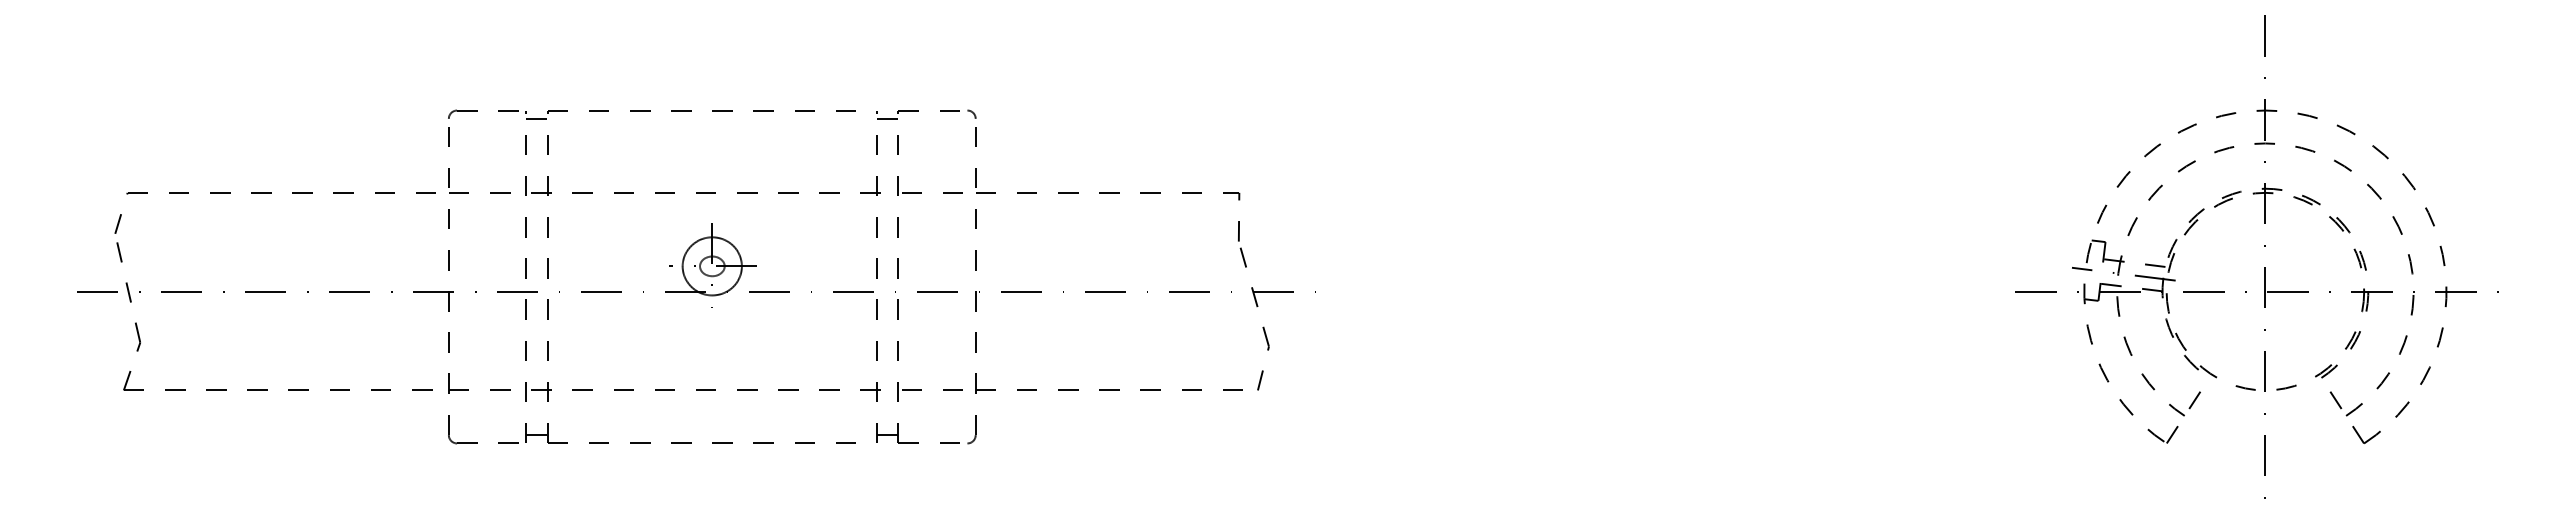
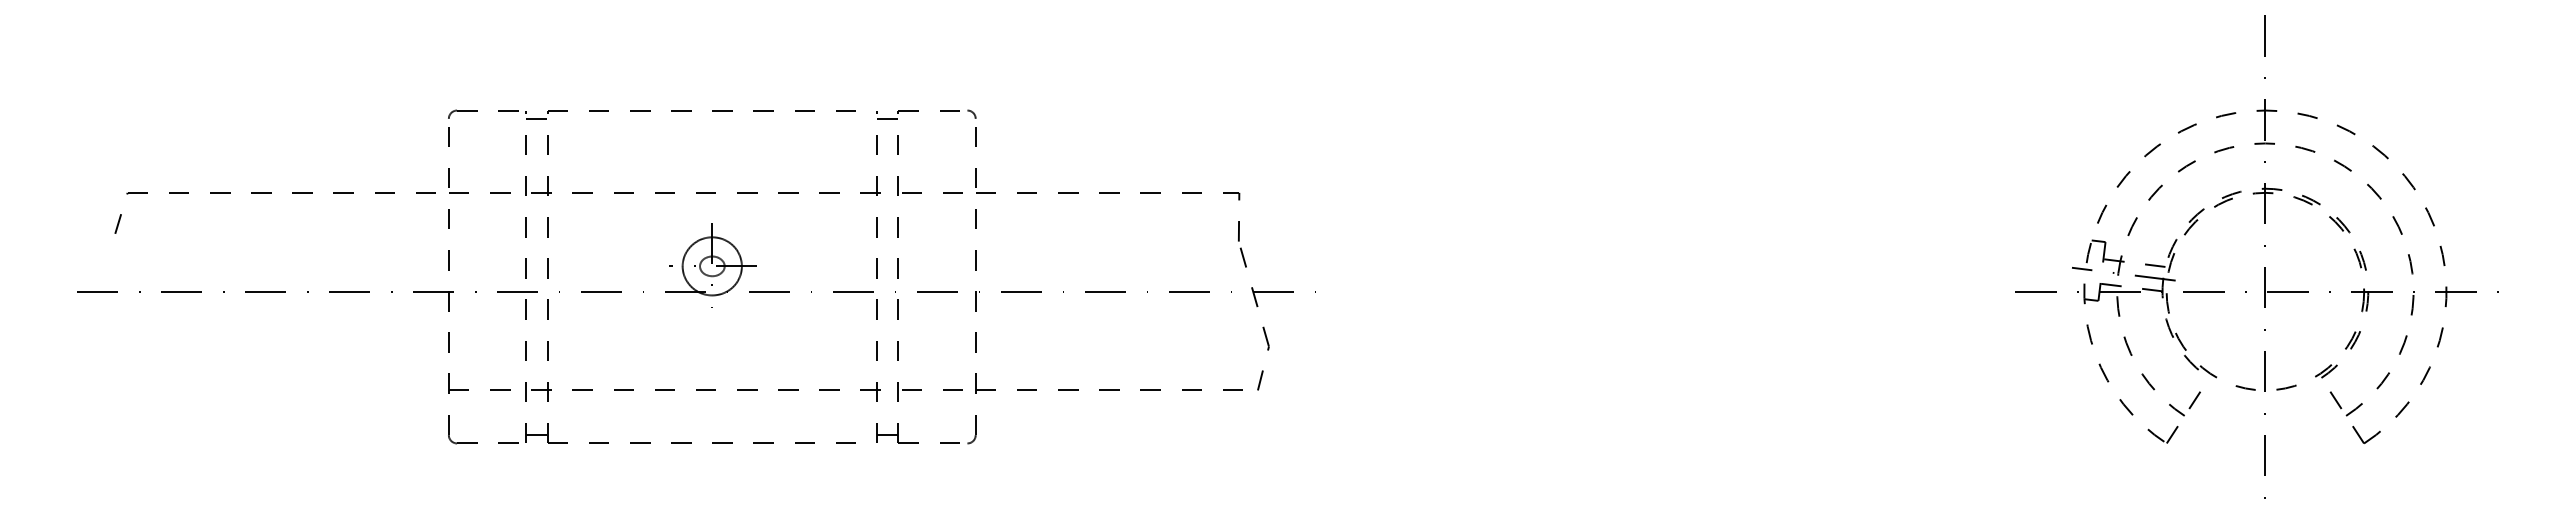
part at (267, 389): present -> none
